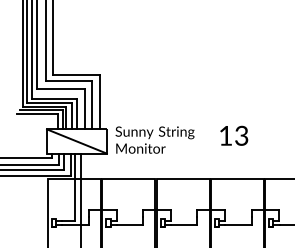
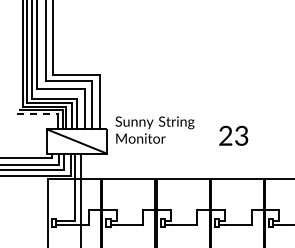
line at (37, 114): solid -> dashed
text at (225, 135): 13 -> 23
text at (154, 139) position: (154, 139) -> (154, 129)
